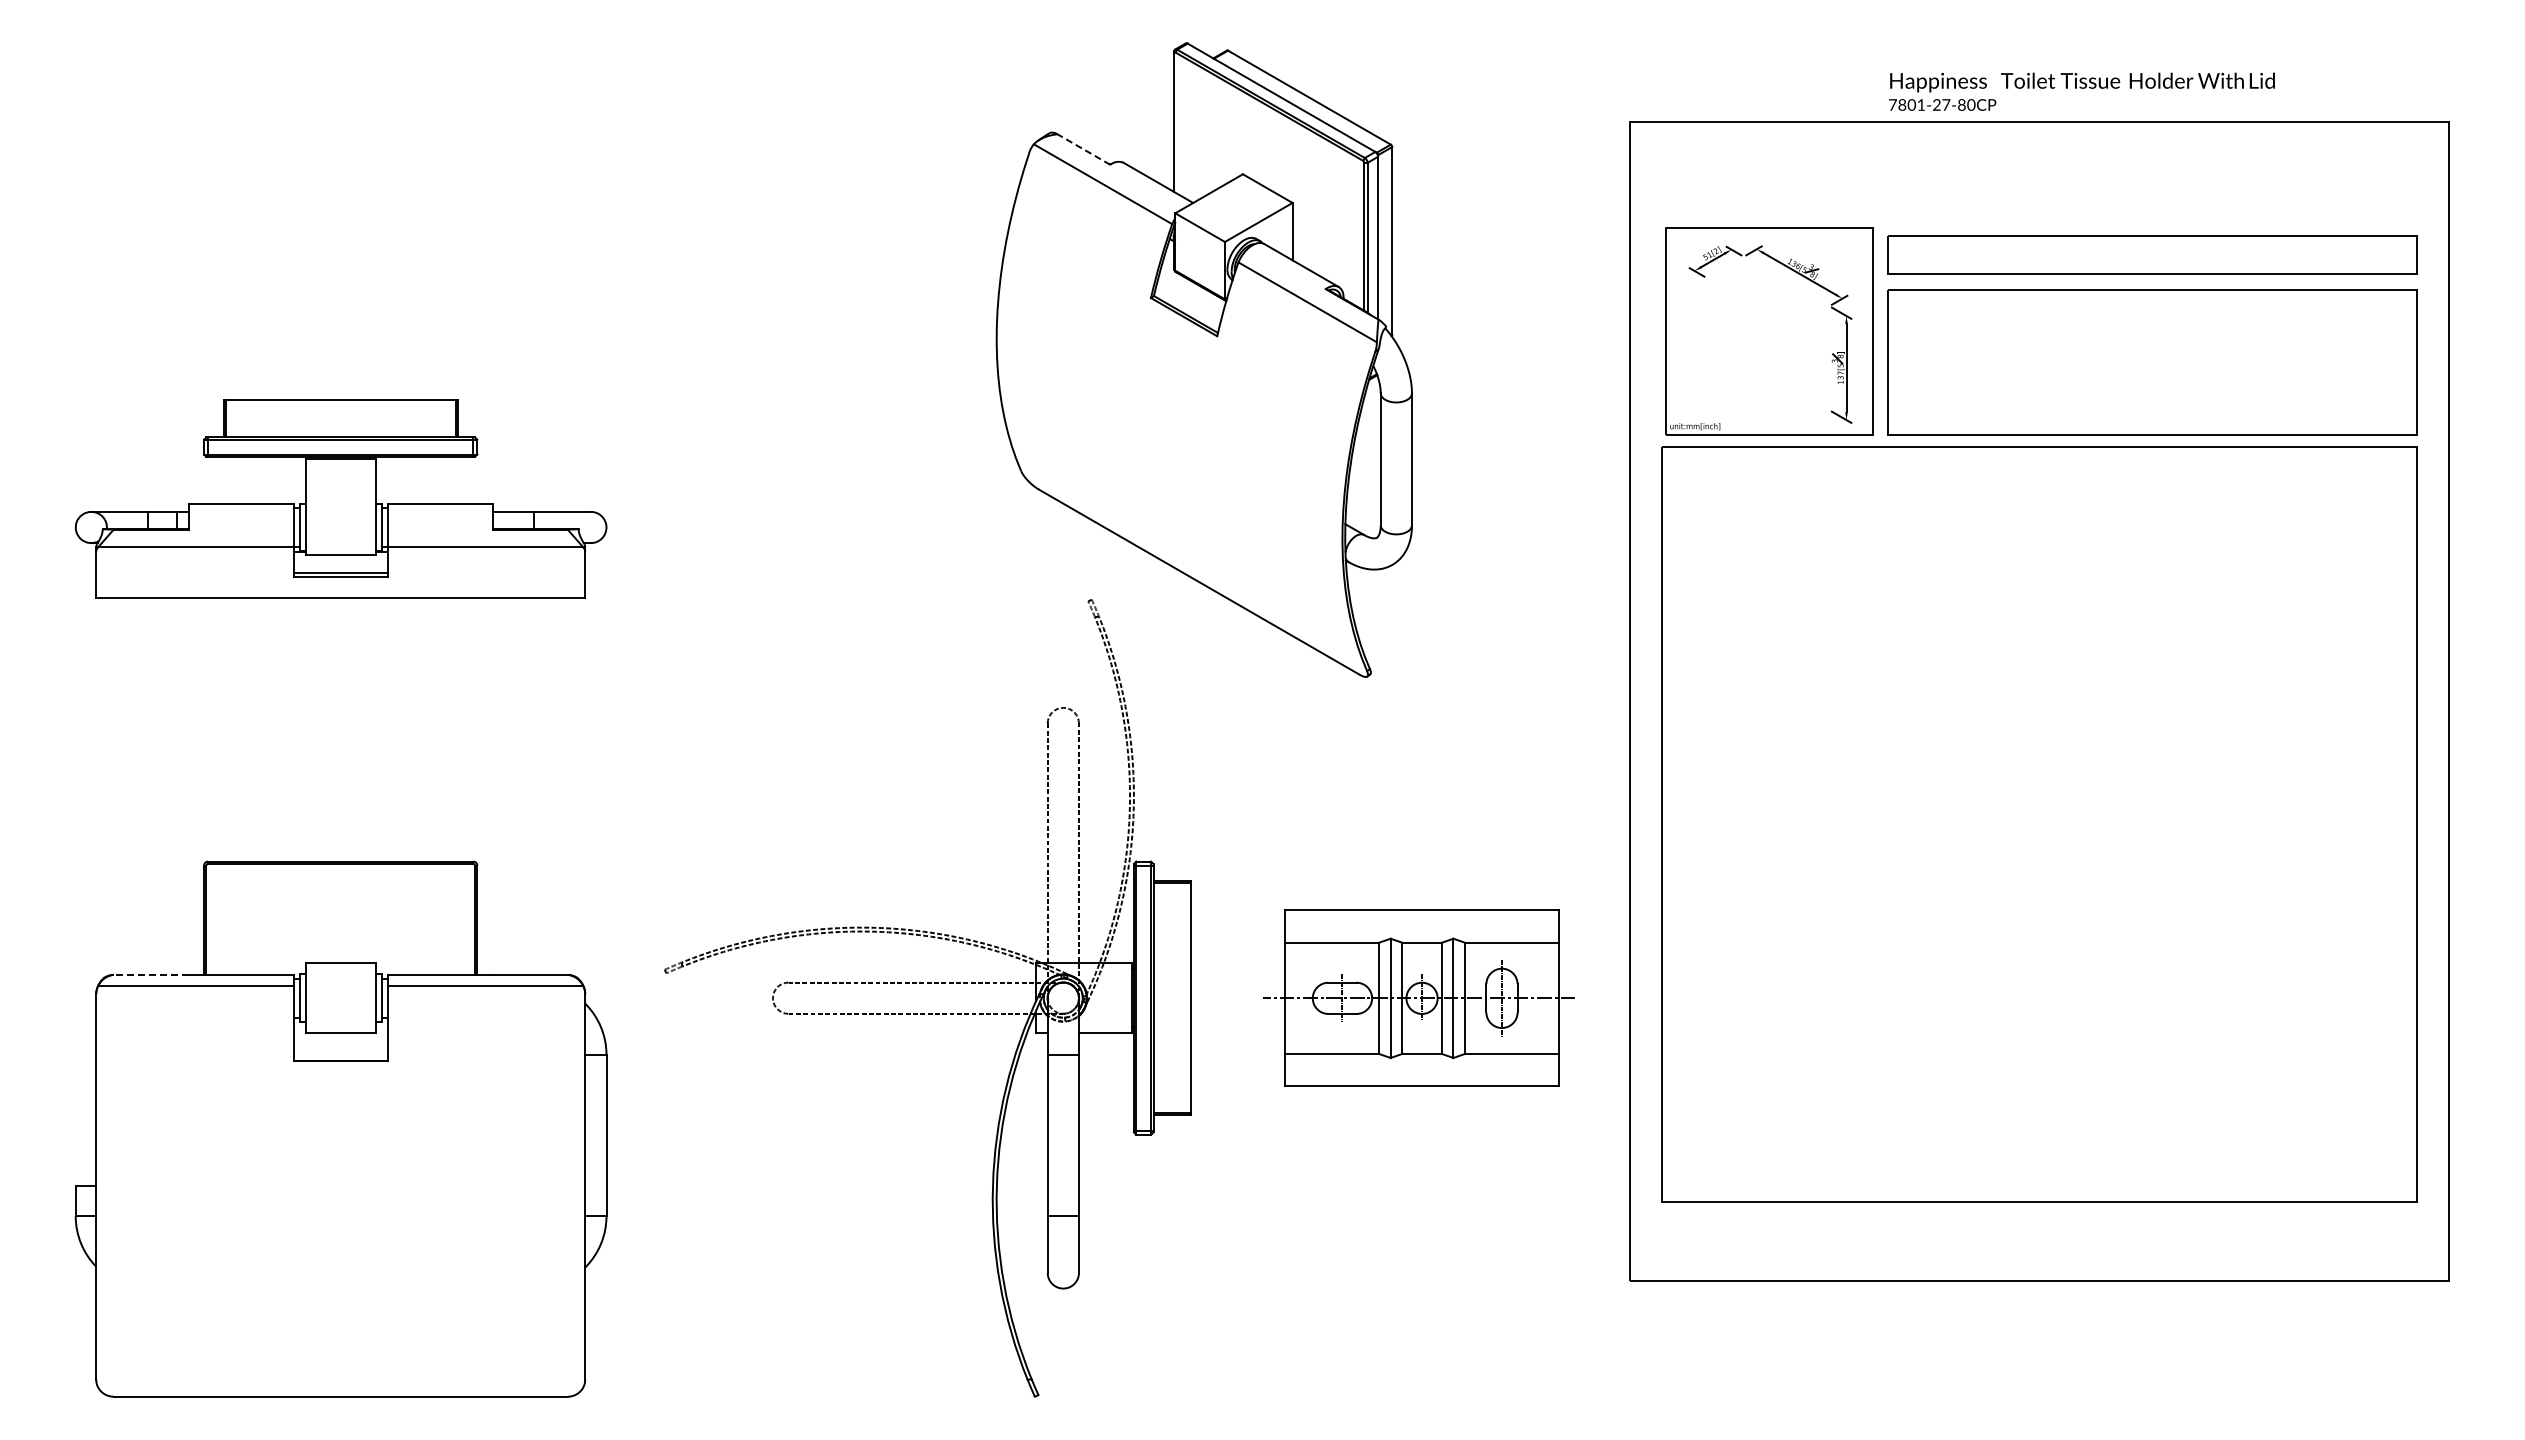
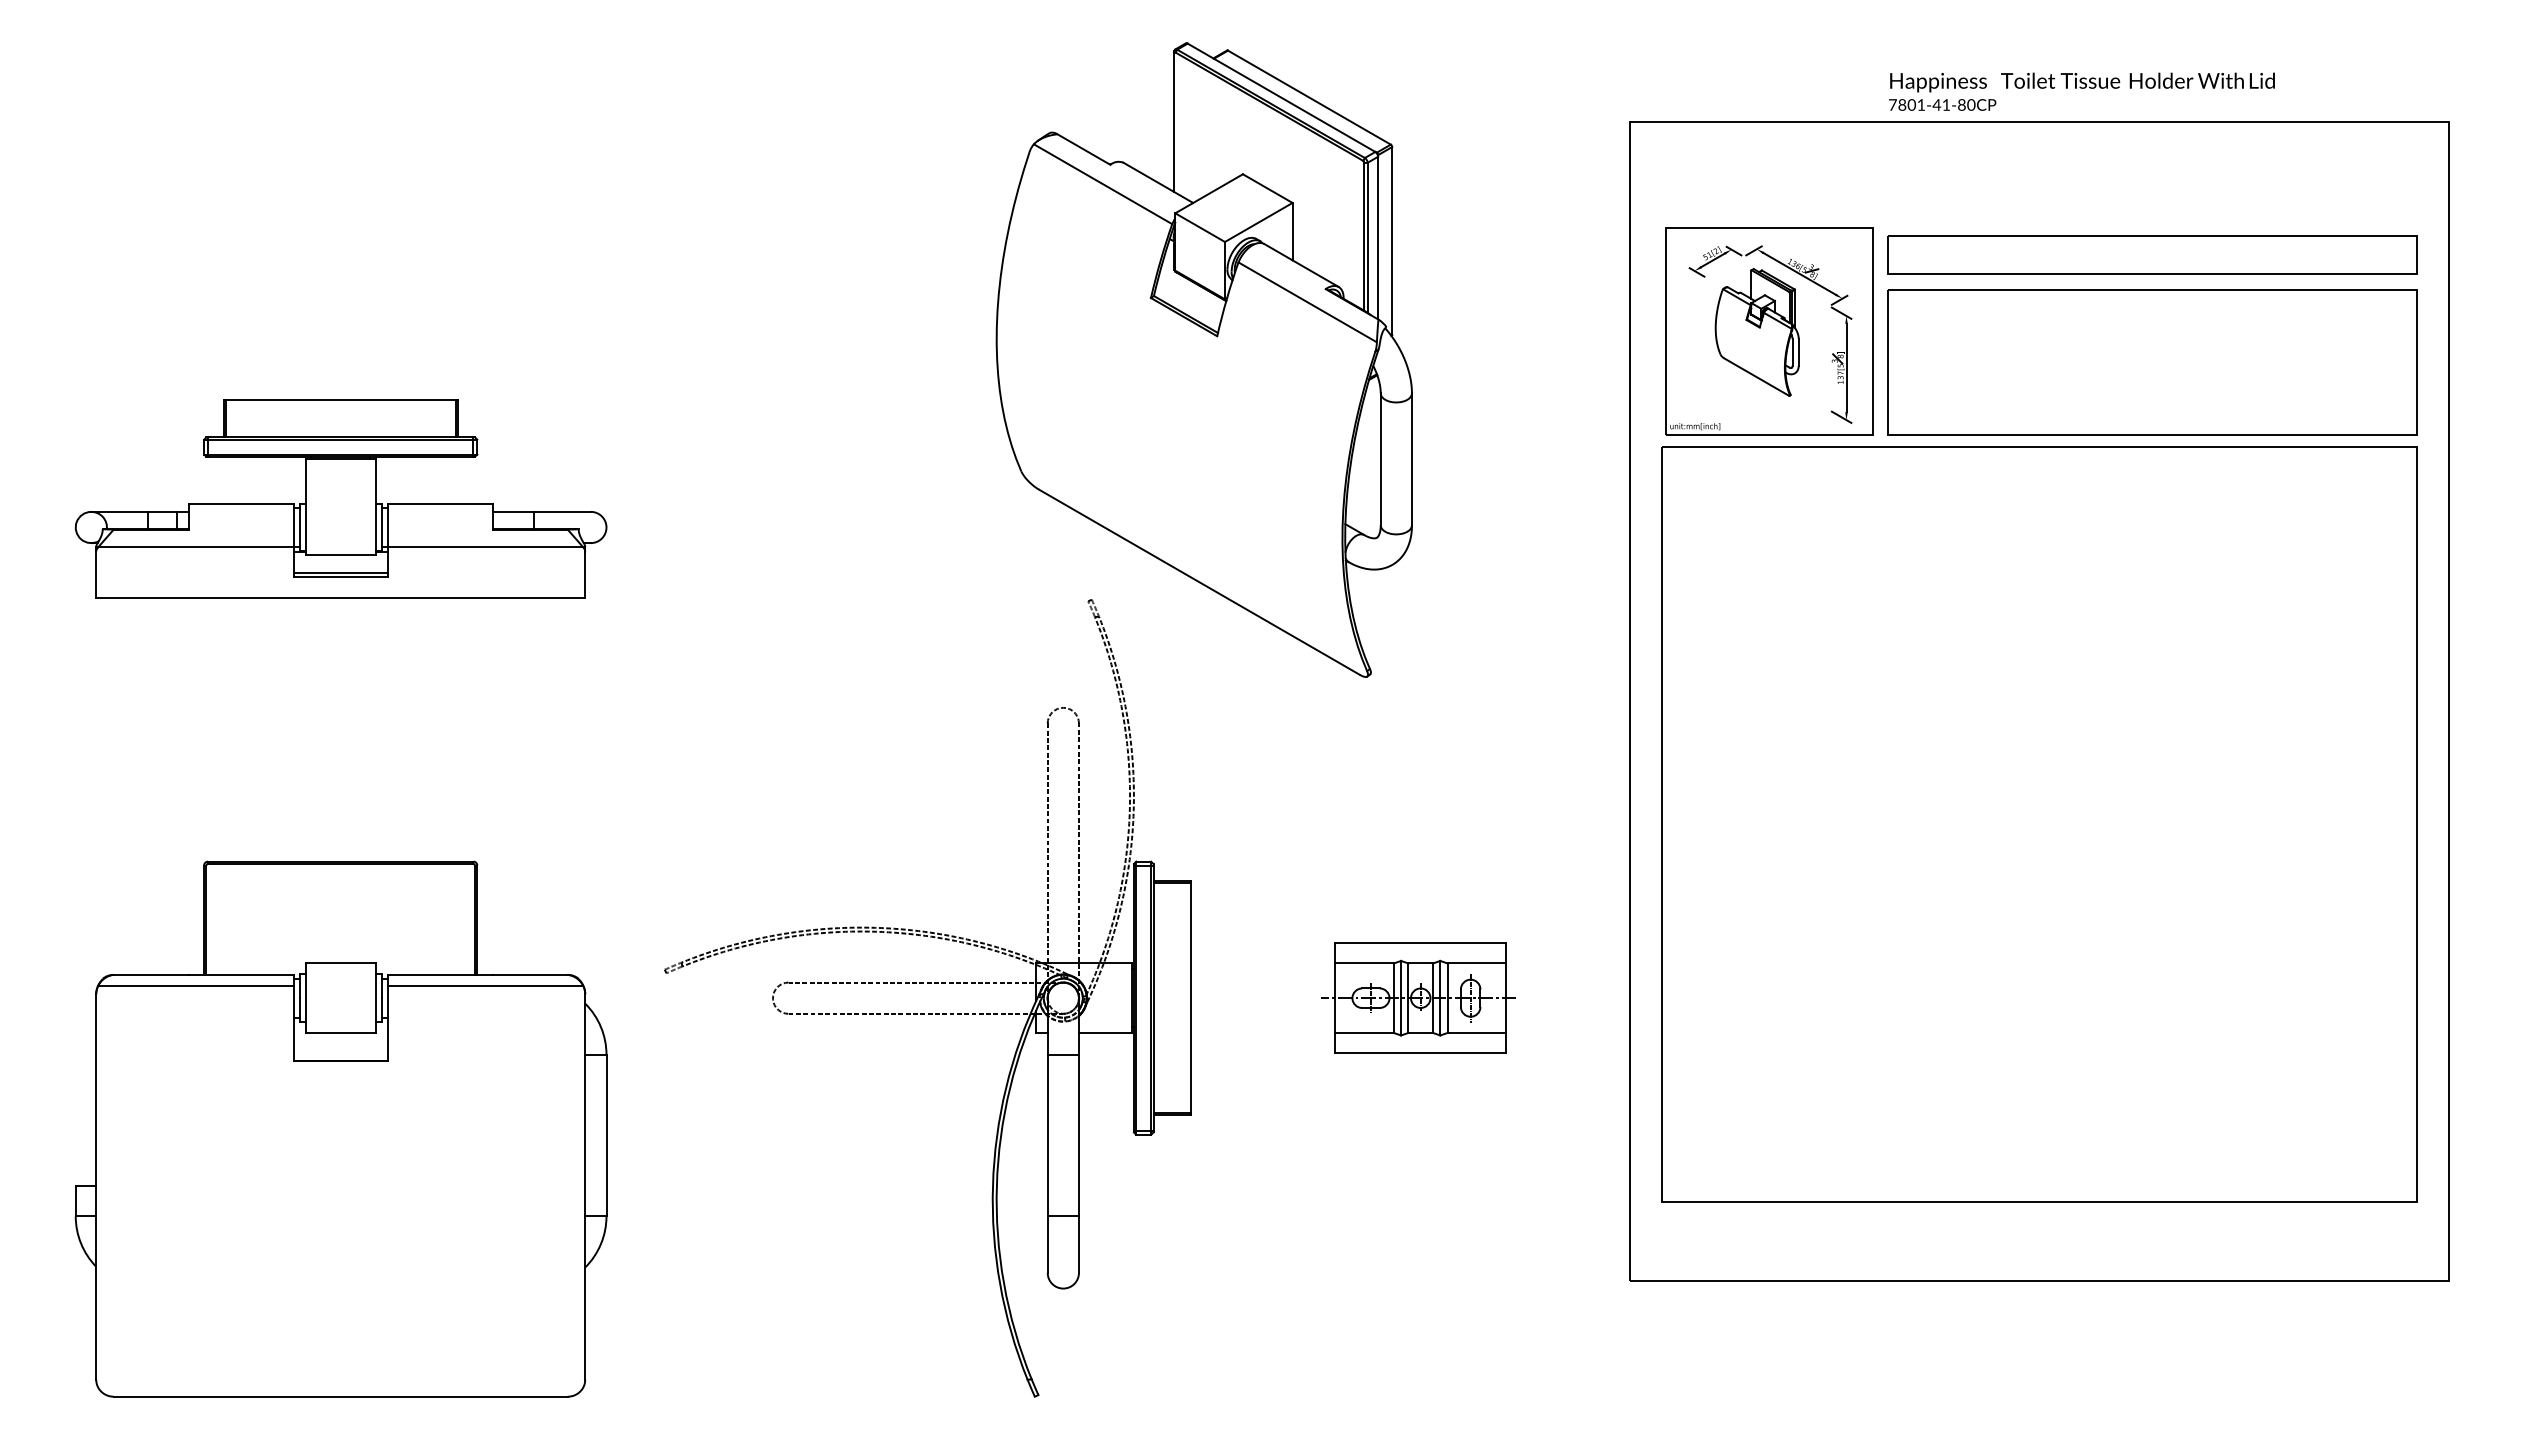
text at (1941, 104): 7801-27-80CP -> 7801-41-80CP
line at (1083, 149): dashed -> solid
part at (1756, 332): none -> present
line at (150, 974): dashed -> solid
part at (1418, 997) size: 312x178 px -> 195x112 px
